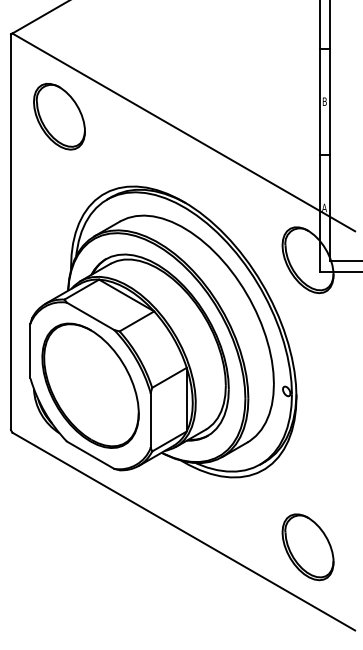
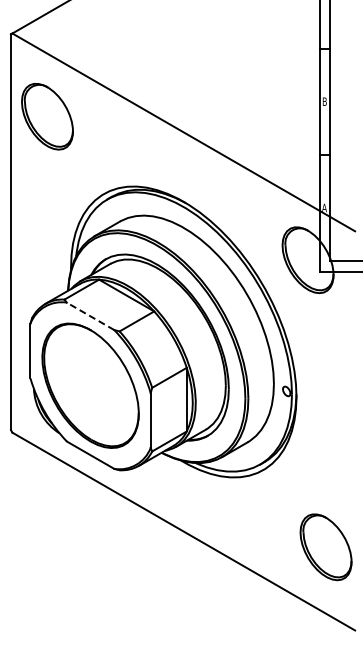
part at (59, 116) position: (59, 116) -> (47, 116)
line at (90, 316): solid -> dashed
part at (307, 547) position: (307, 547) -> (325, 547)
